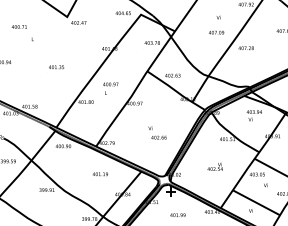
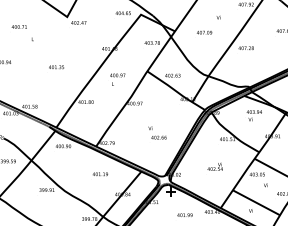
text at (216, 32) position: (216, 32) -> (204, 32)
text at (110, 88) position: (110, 88) -> (117, 79)
text at (177, 214) position: (177, 214) -> (184, 214)
